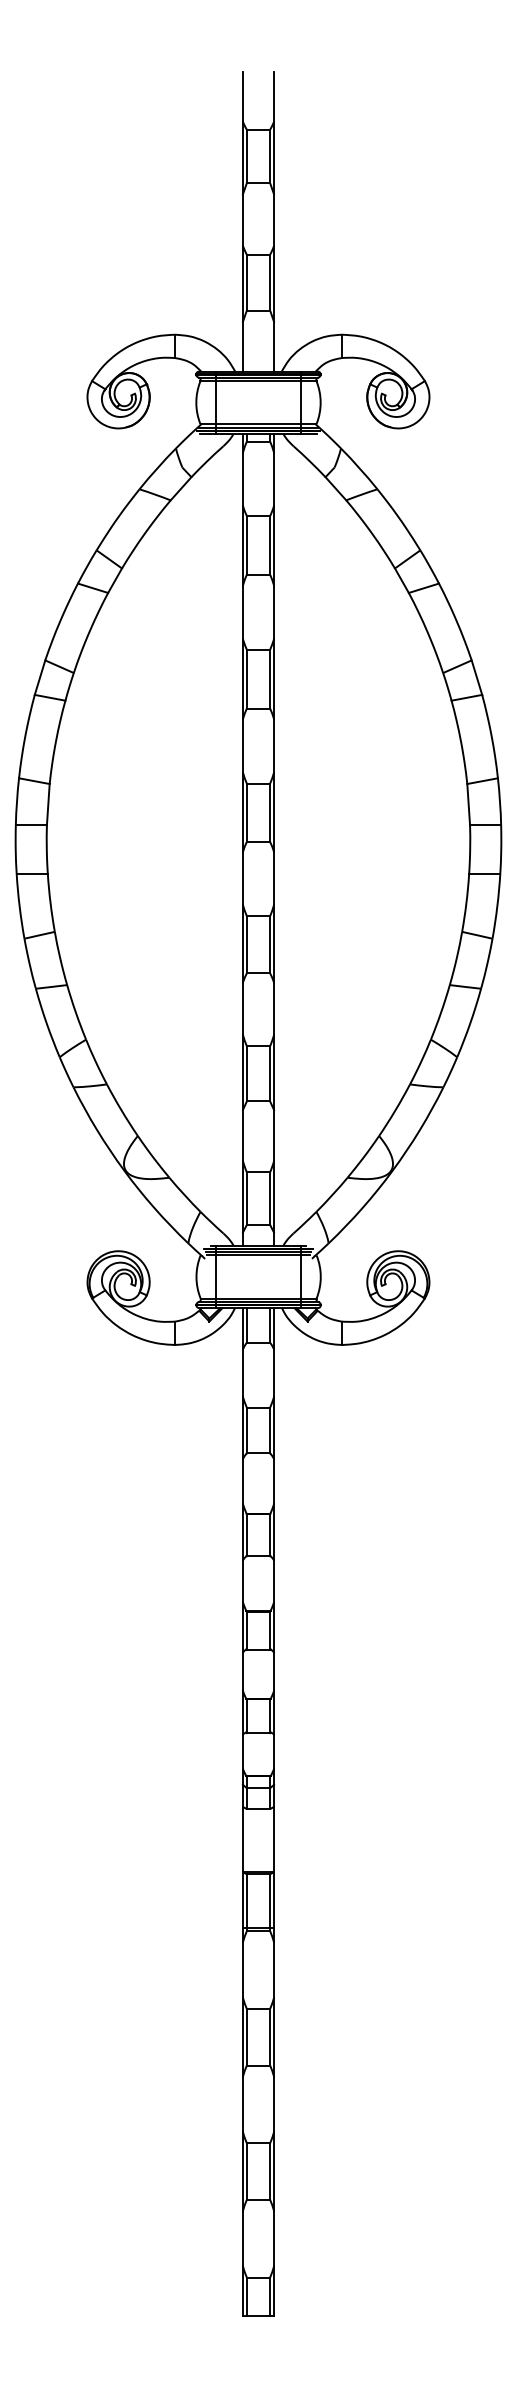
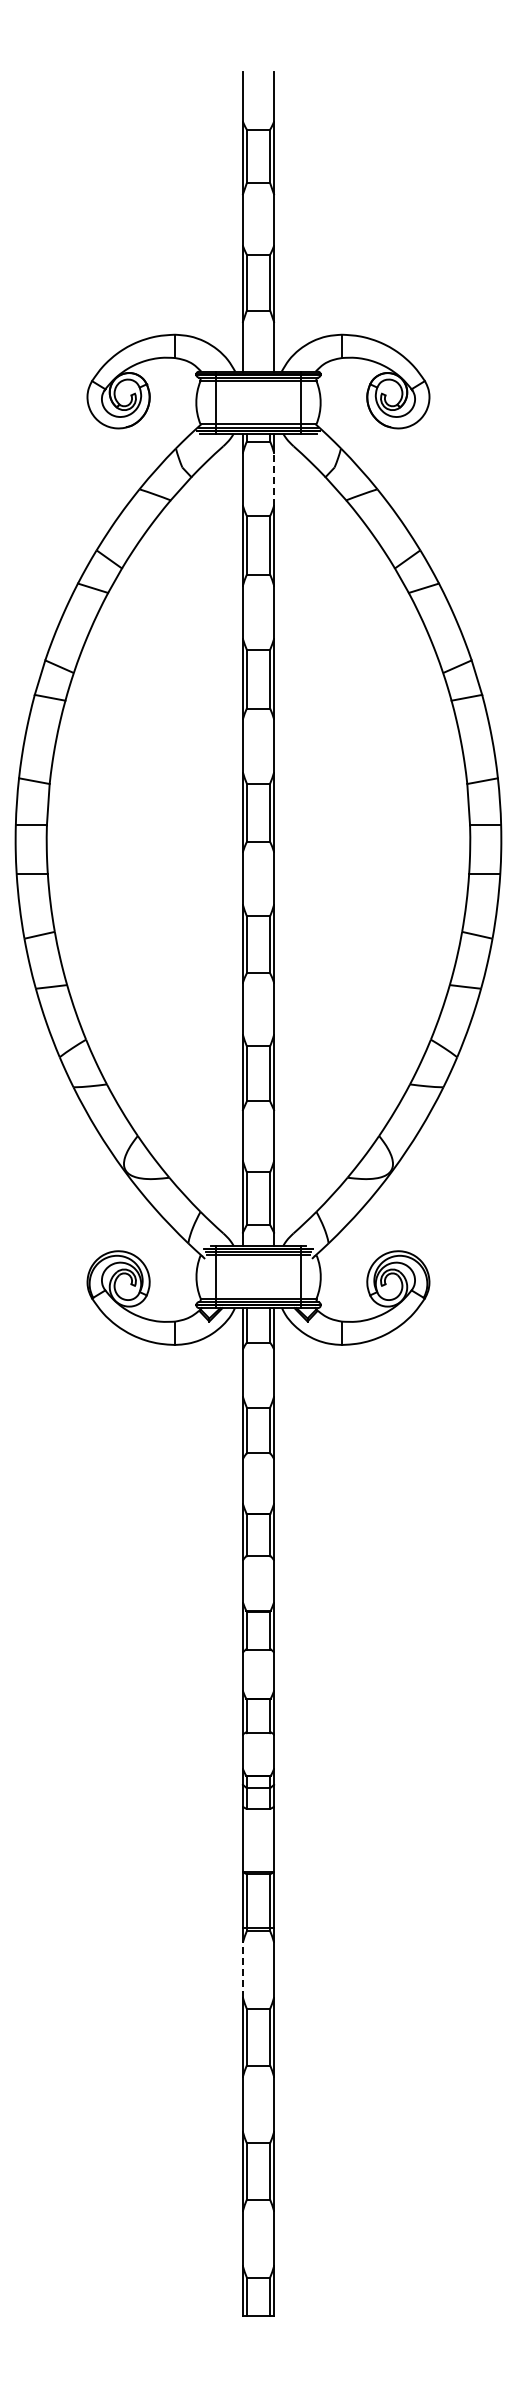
line at (274, 479): solid -> dashed
line at (242, 1970): solid -> dashed
